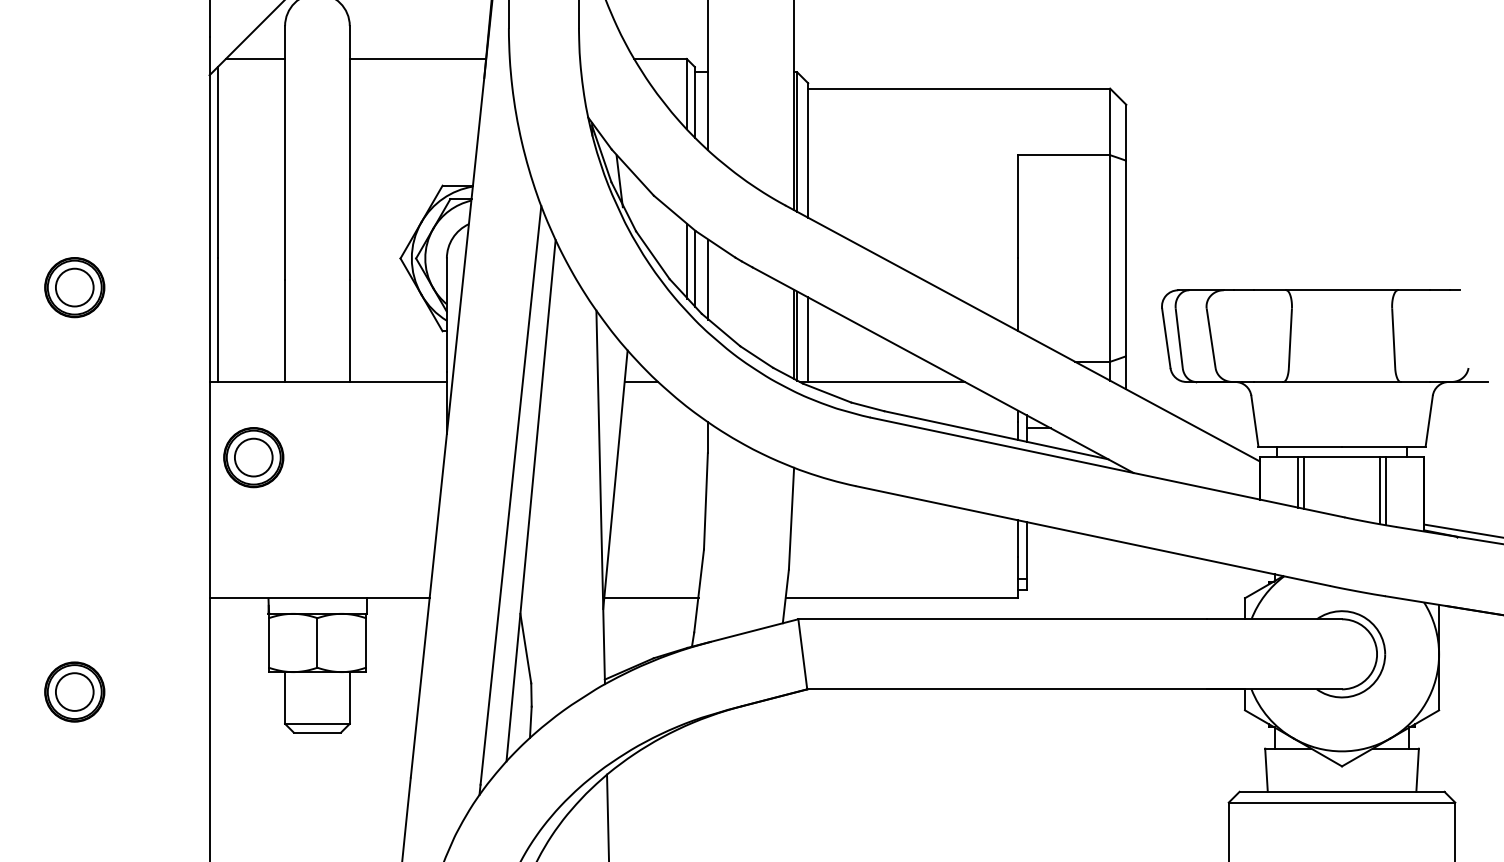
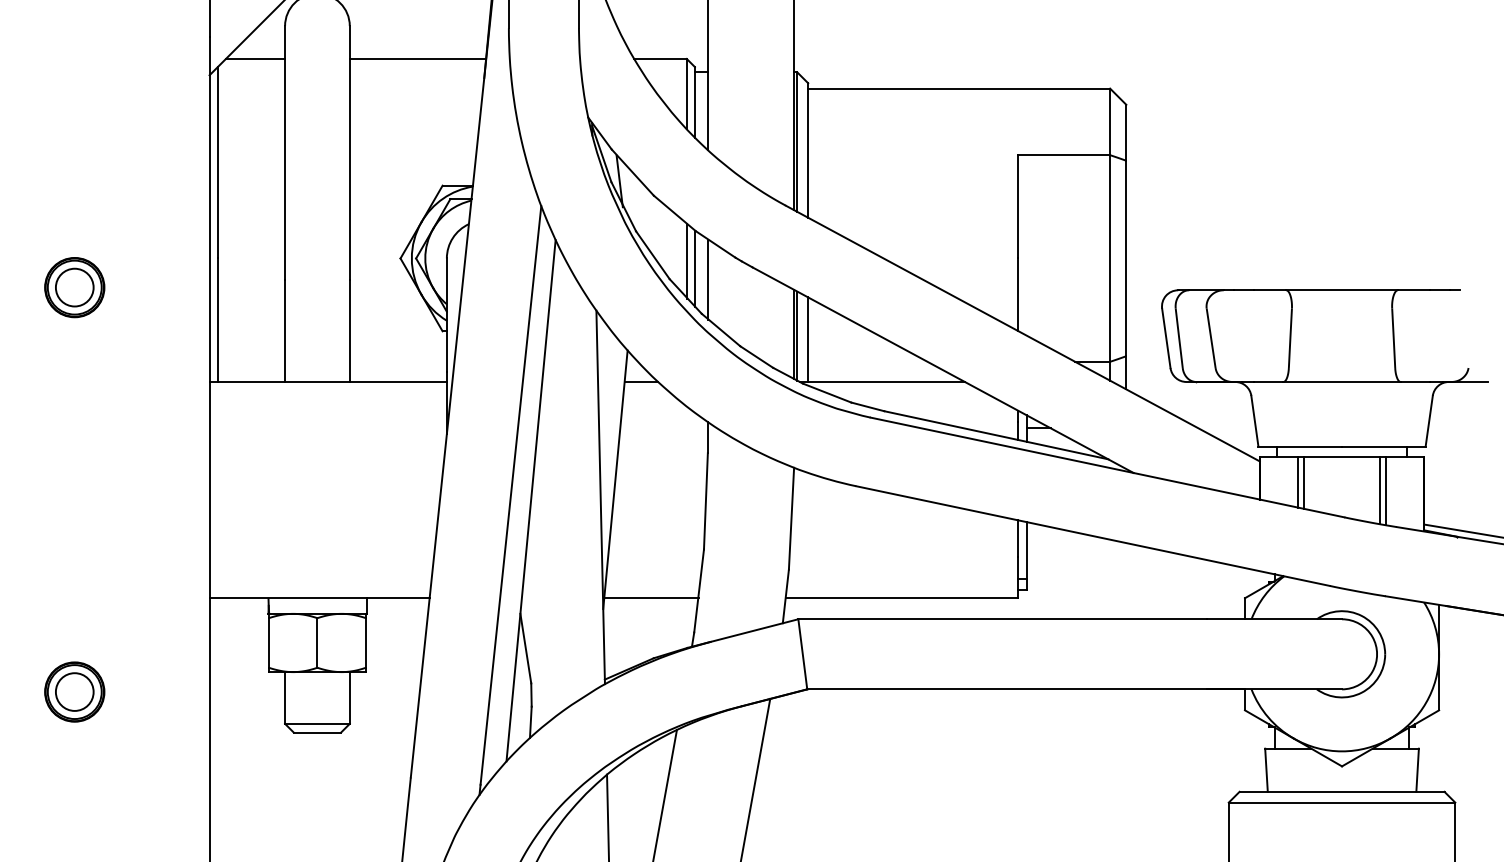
part at (253, 457): present -> none
line at (755, 778): none -> present
line at (664, 793): none -> present
